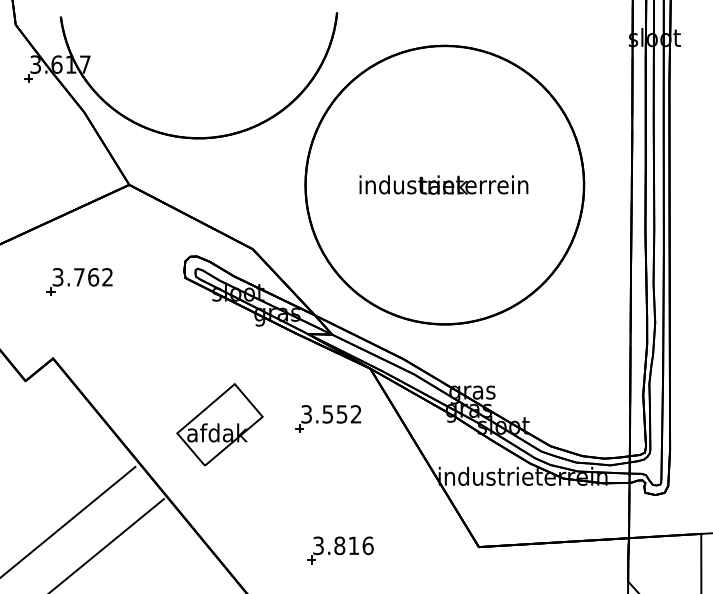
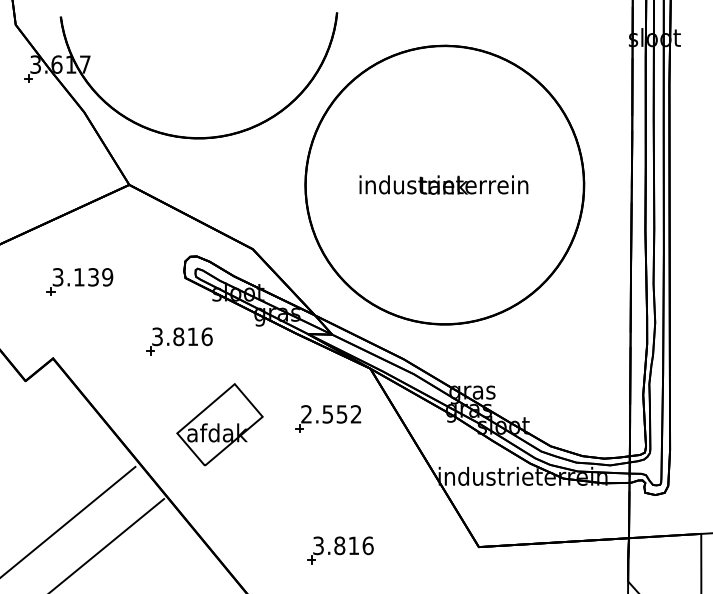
text at (93, 277): 3.762 -> 3.139
part at (179, 341): none -> present
text at (306, 414): 3.552 -> 2.552
